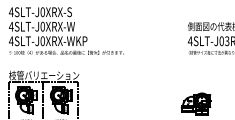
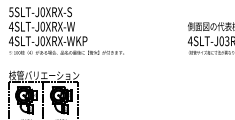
text at (11, 12): 4SLT-J0XRX-S -> 5SLT-J0XRX-S
part at (195, 103): present -> none
